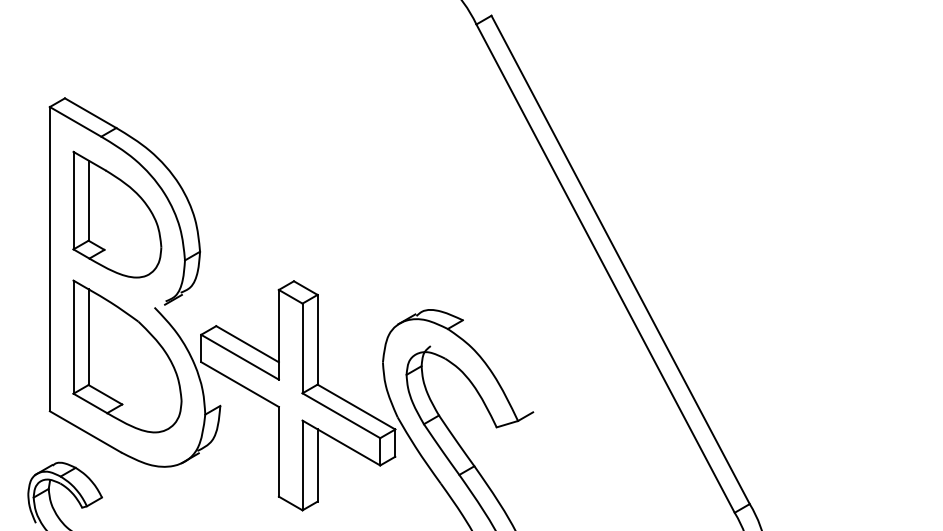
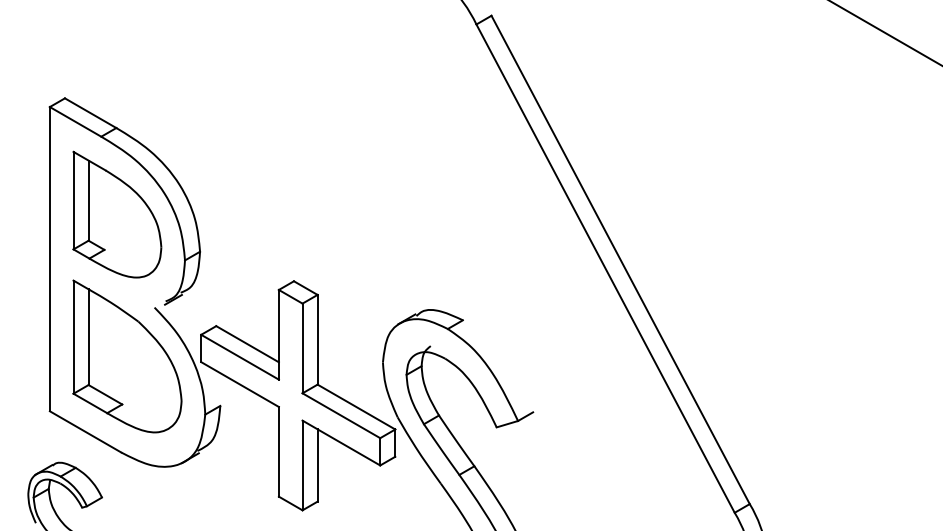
line at (885, 33): none -> present
